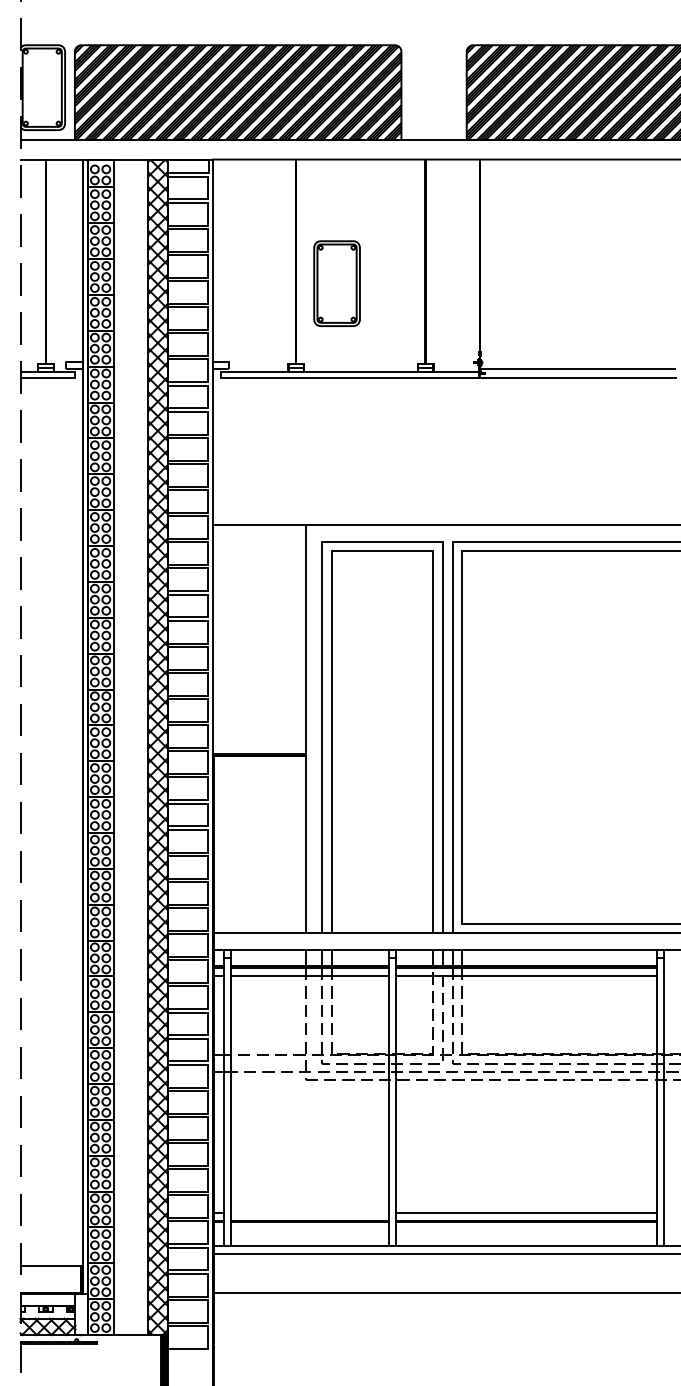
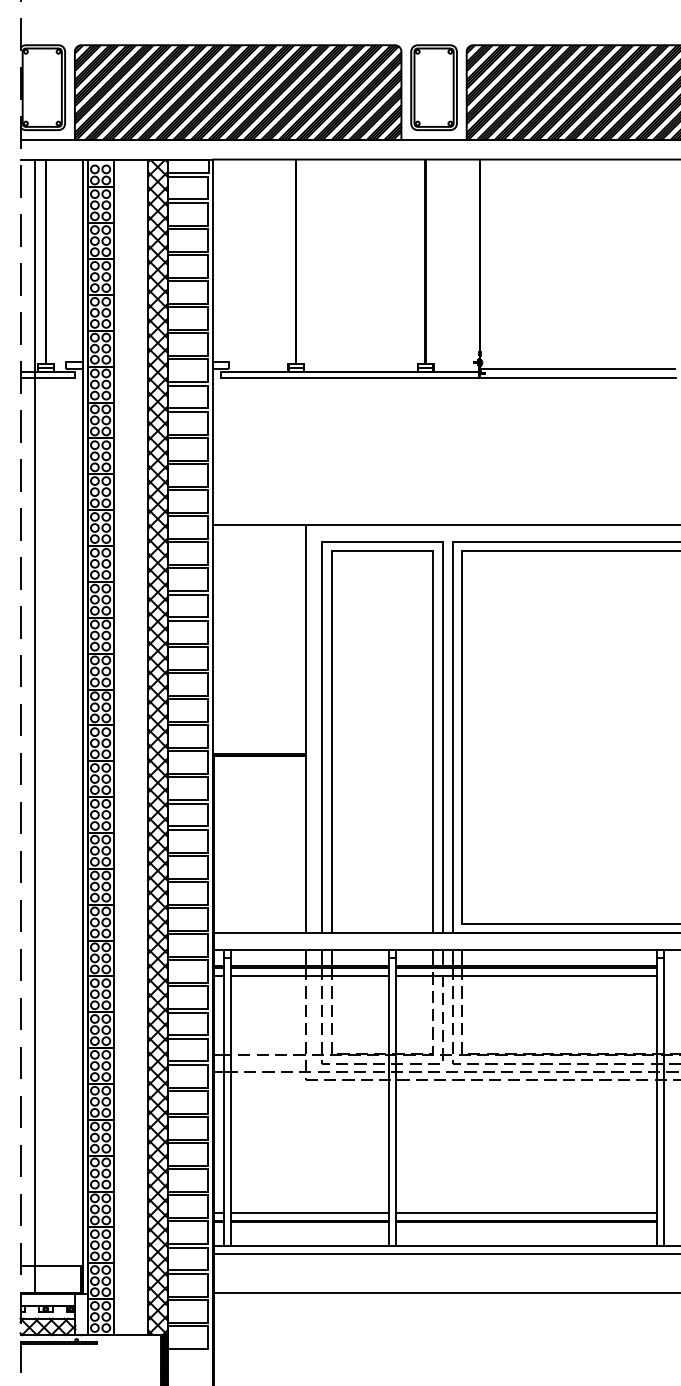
part at (336, 283) position: (336, 283) -> (433, 87)
line at (35, 725): none -> present
line at (309, 1212): none -> present
